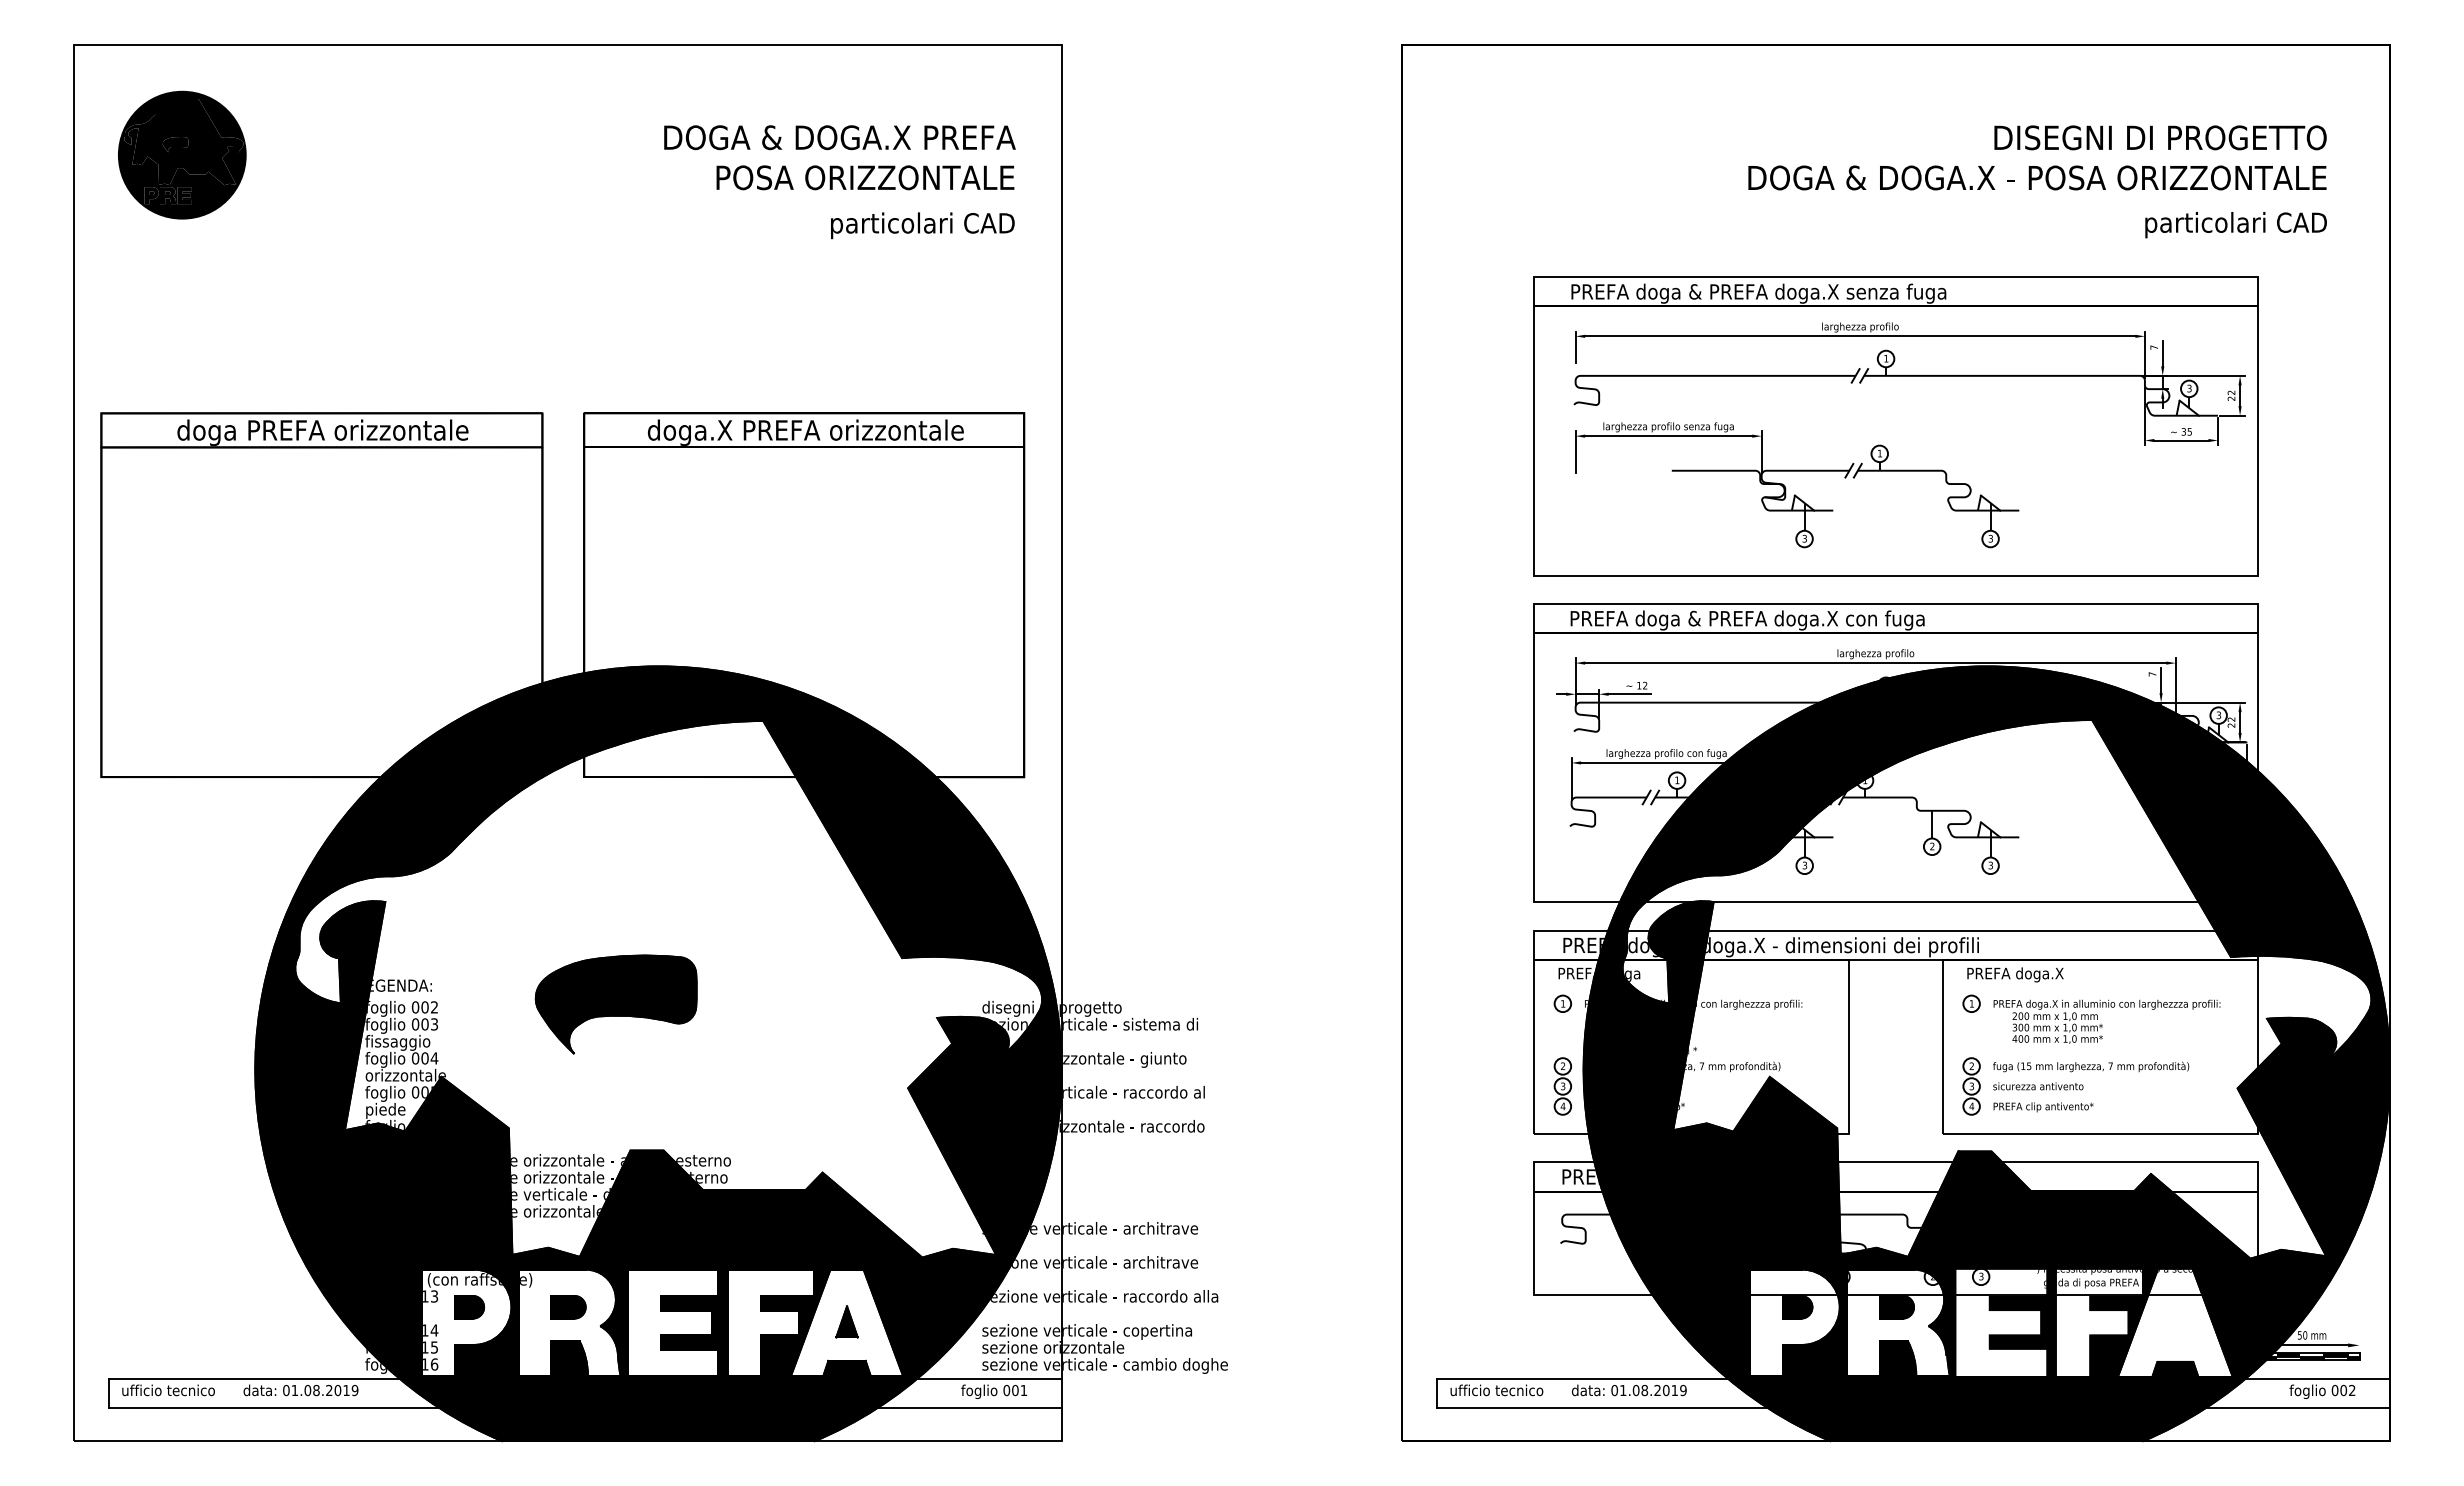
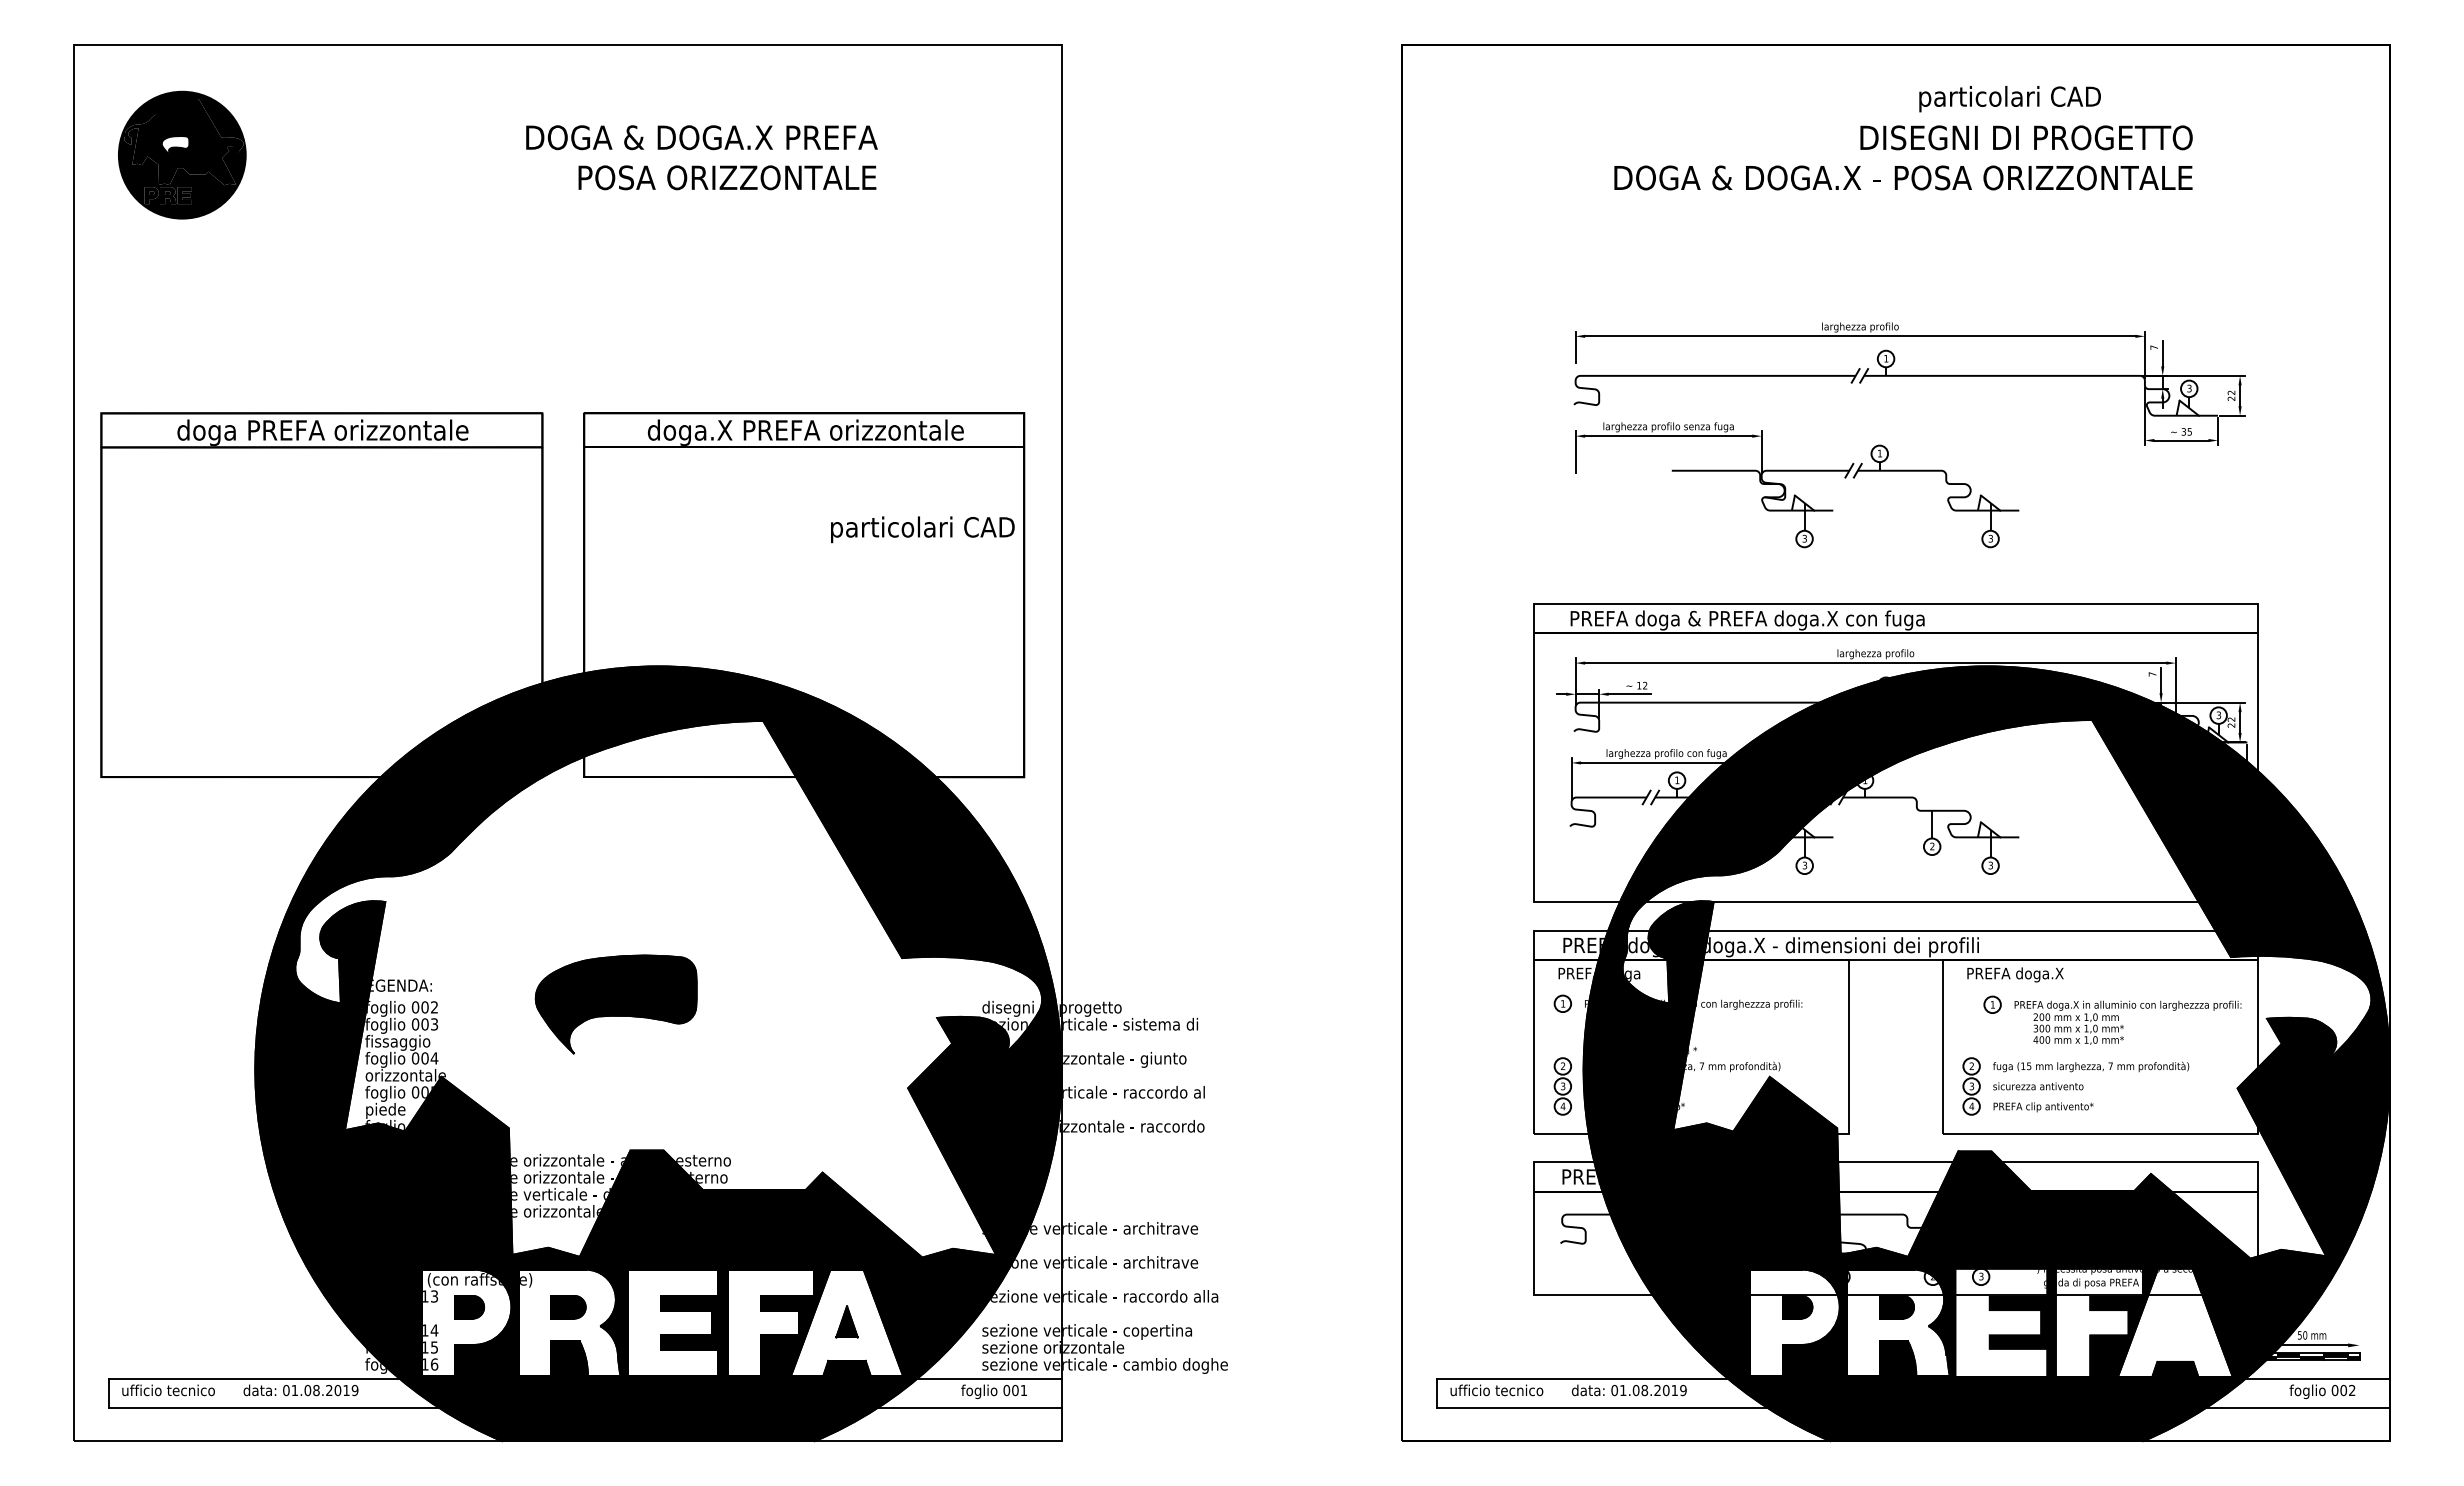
fill at (175, 144): present -> none
text at (839, 157) position: (839, 157) -> (701, 157)
text at (2037, 157) position: (2037, 157) -> (1903, 157)
text at (922, 225) position: (922, 225) -> (922, 529)
text at (2235, 225) position: (2235, 225) -> (2009, 99)
part at (1895, 426): present -> none
part at (2091, 1018) position: (2091, 1018) -> (2112, 1019)
